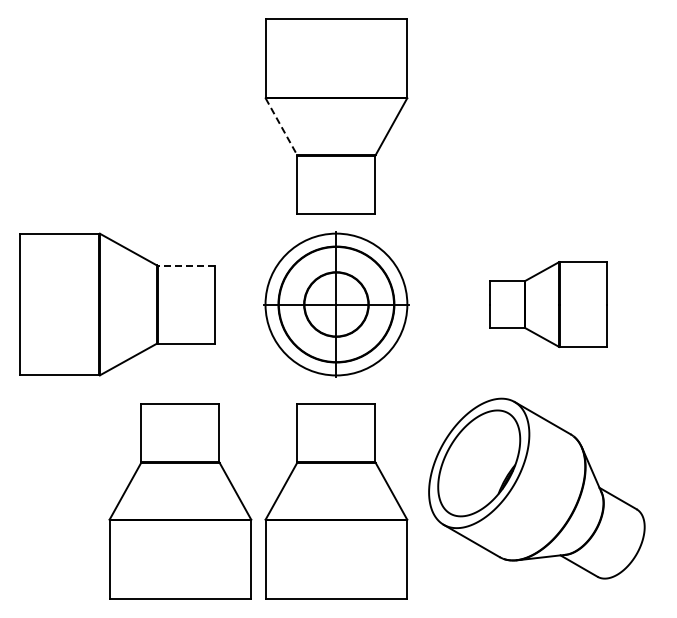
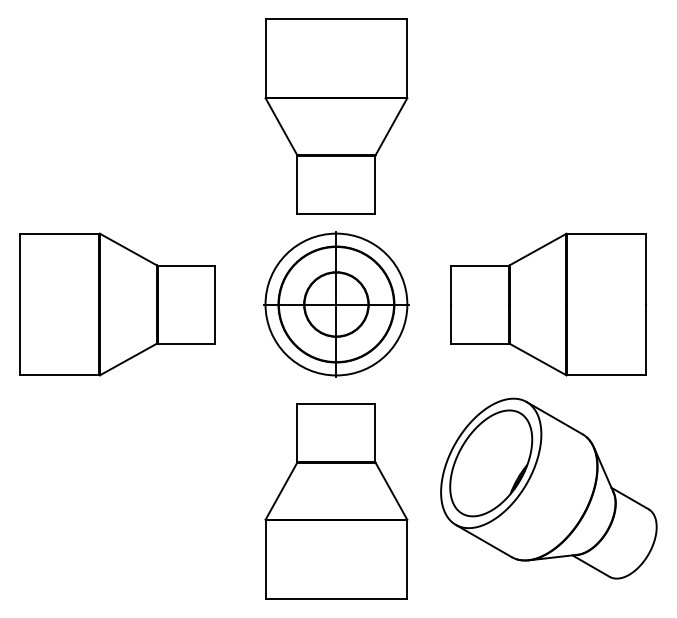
line at (281, 127): dashed -> solid
line at (186, 265): dashed -> solid
part at (548, 304) size: 119x87 px -> 197x145 px
part at (536, 488) position: (536, 488) -> (548, 488)
part at (180, 501): present -> none
